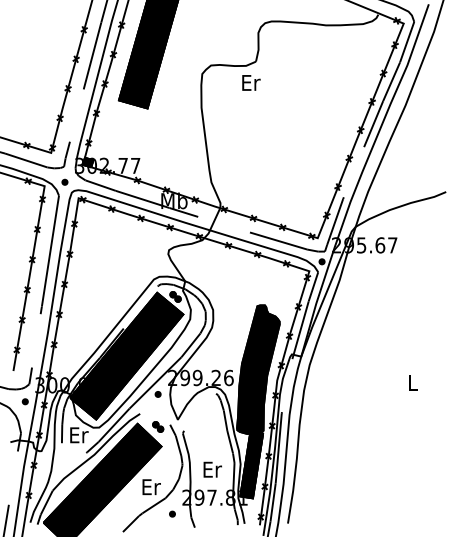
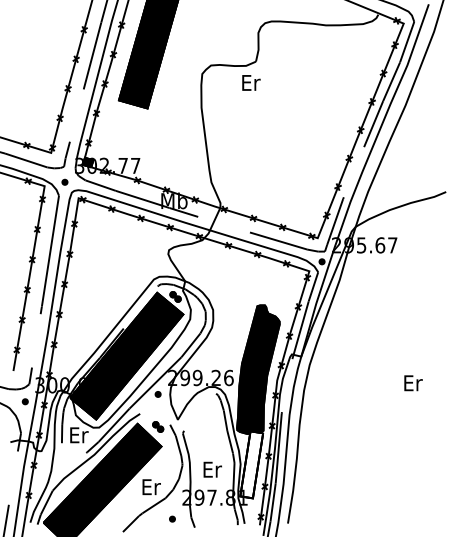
text at (413, 383): L -> Er
fill at (251, 464): present -> none
part at (172, 513) position: (172, 513) -> (172, 518)
